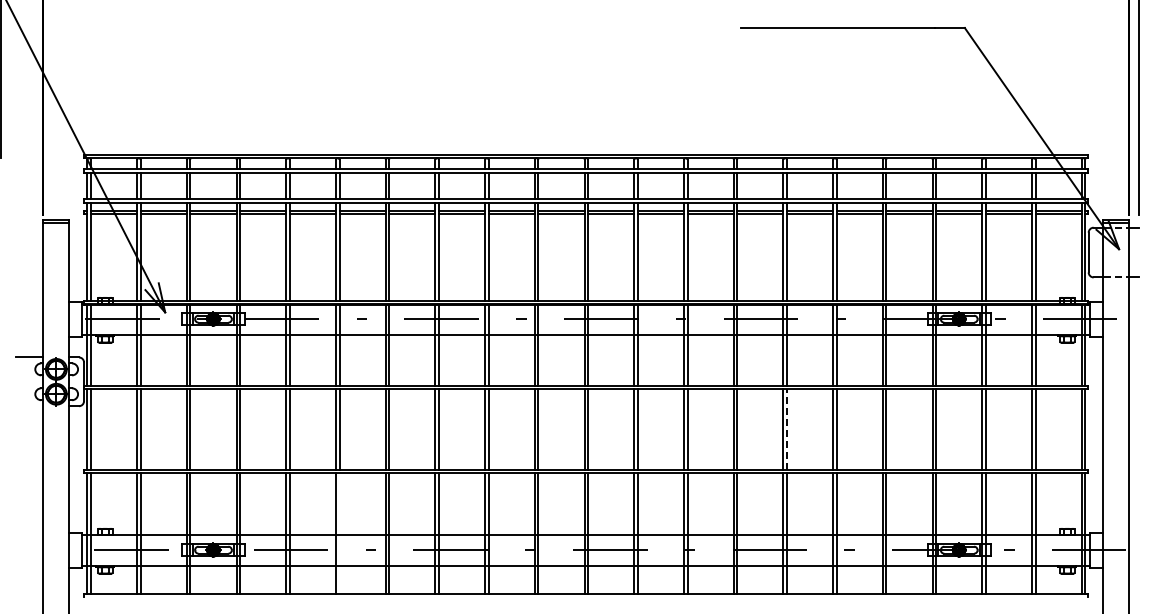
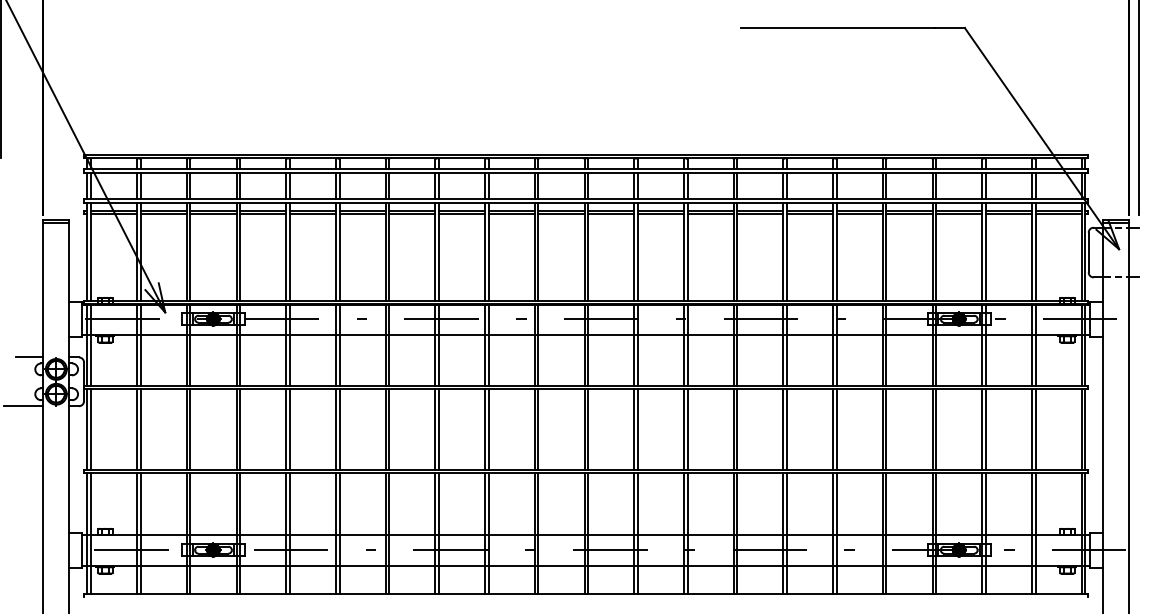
line at (23, 406): none -> present
line at (787, 428): dashed -> solid
line at (339, 533): none -> present
